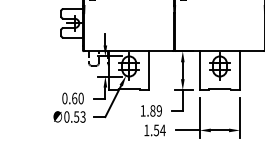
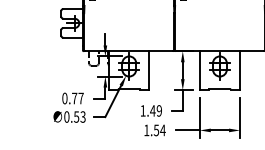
text at (77, 98): 0.60 -> 0.77
text at (152, 110): 1.89 -> 1.49
